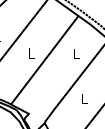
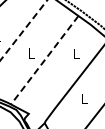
line at (23, 30): solid -> dashed
line at (44, 60): solid -> dashed
